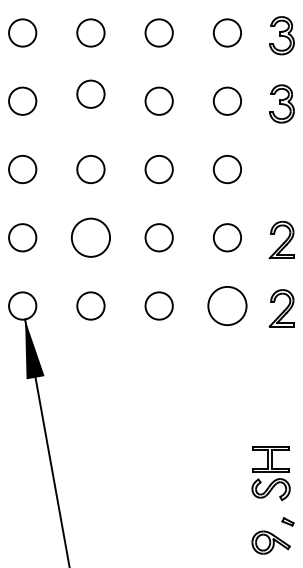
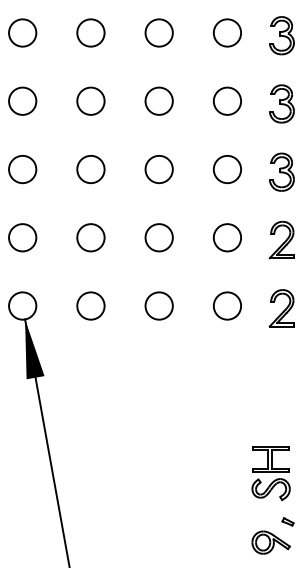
circle at (90, 93) position: (90, 93) -> (90, 100)
part at (281, 171): none -> present
circle at (90, 237) diameter: 38 px -> 27 px
circle at (227, 305) diameter: 38 px -> 27 px
